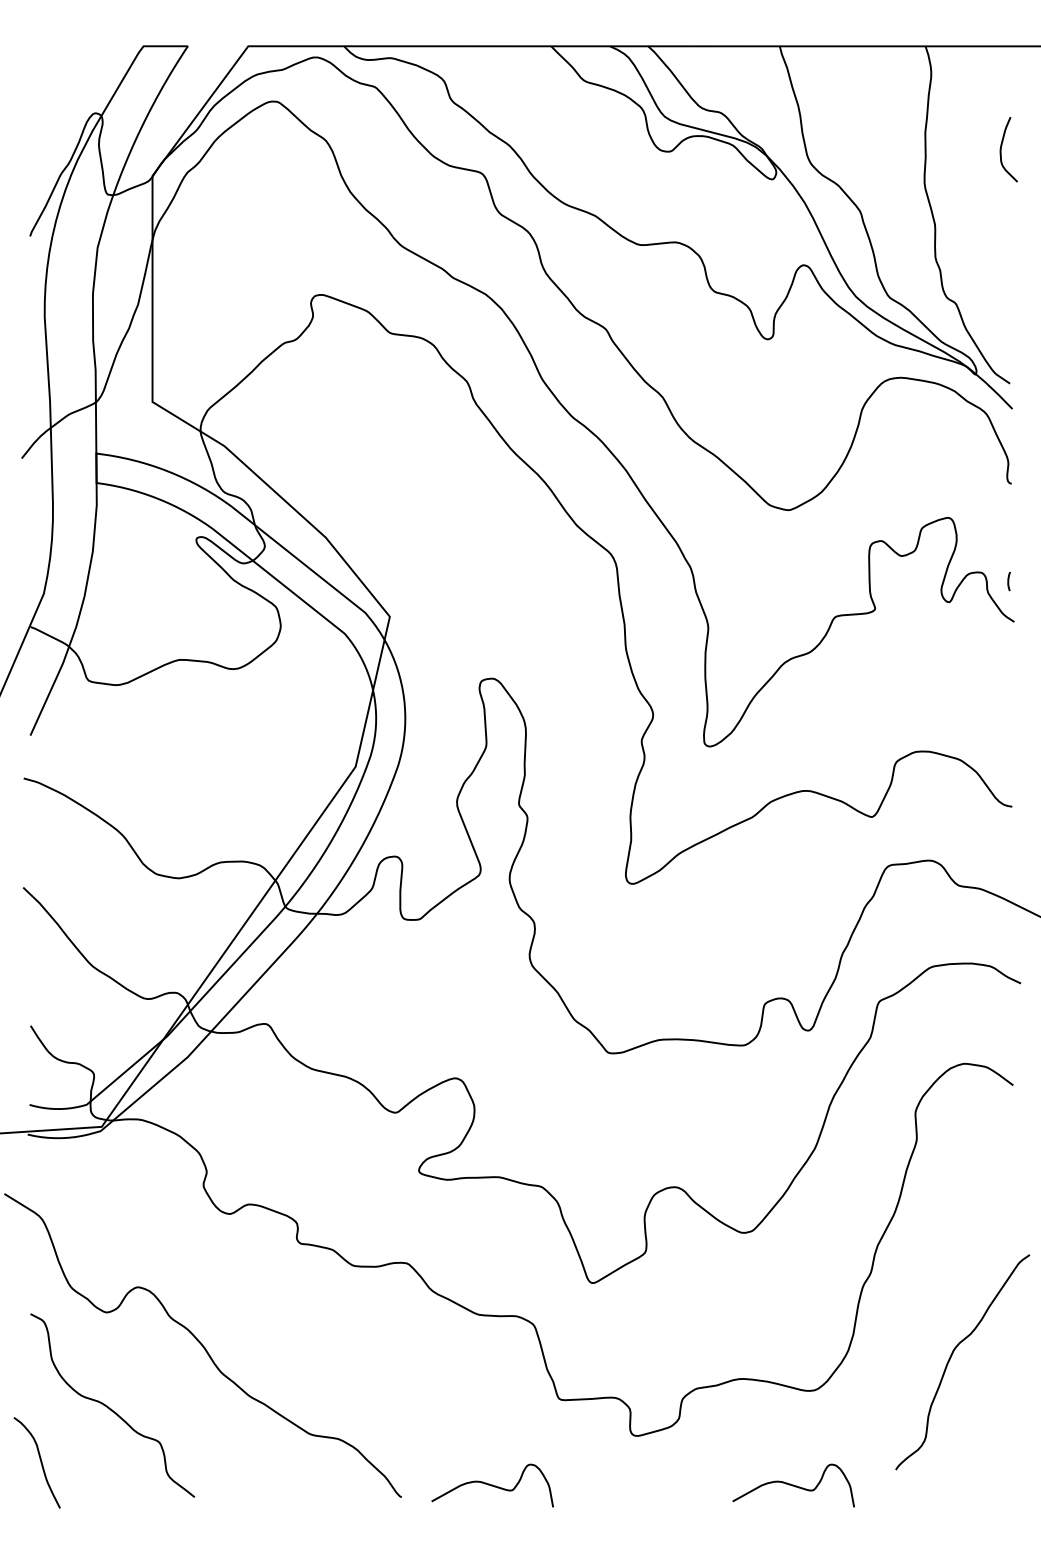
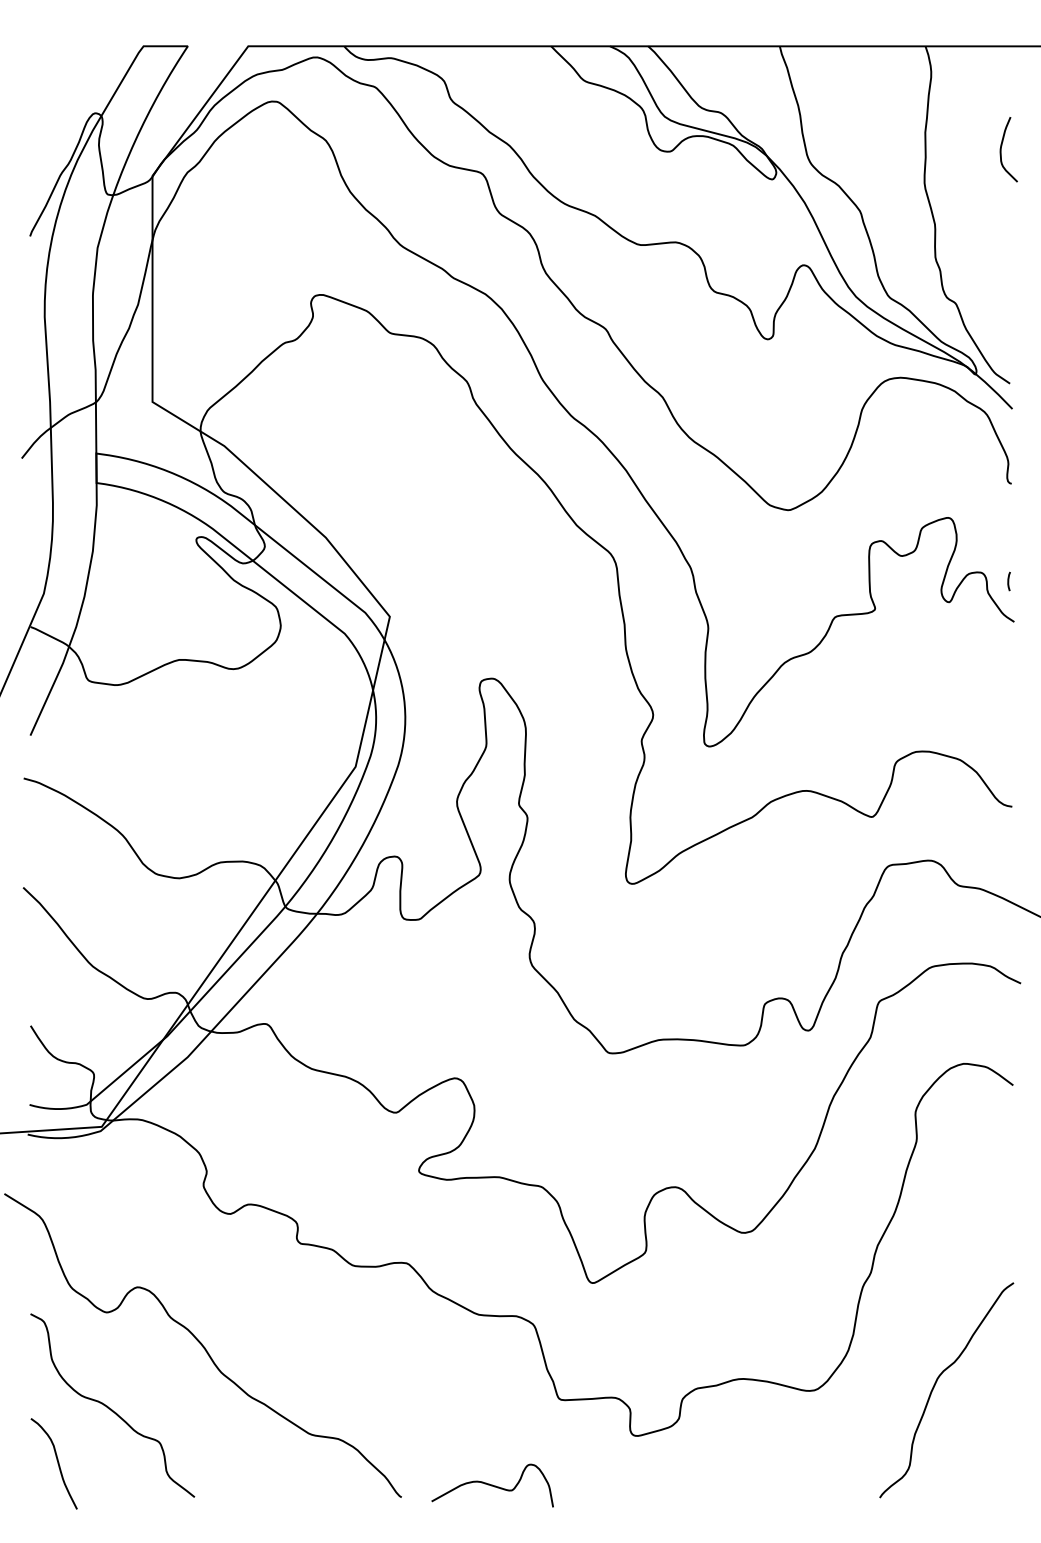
curve at (951, 1357) position: (951, 1357) -> (935, 1385)
curve at (40, 1462) position: (40, 1462) -> (57, 1463)
curve at (793, 1485): present -> none
